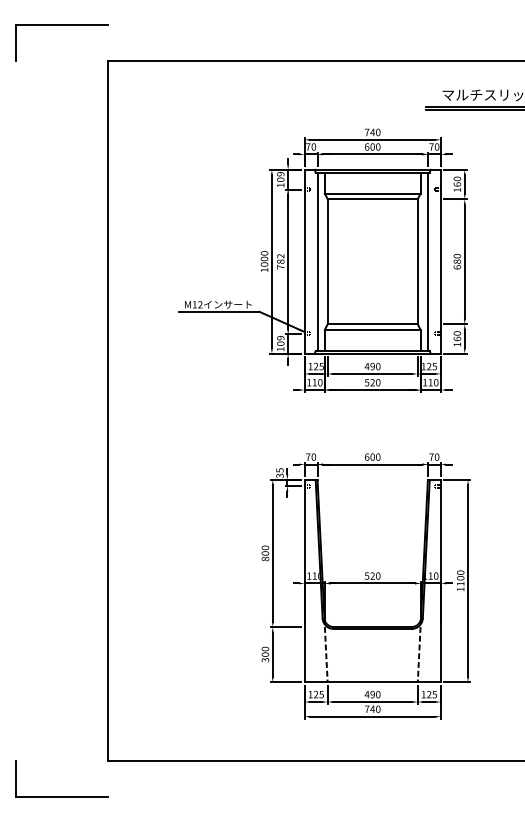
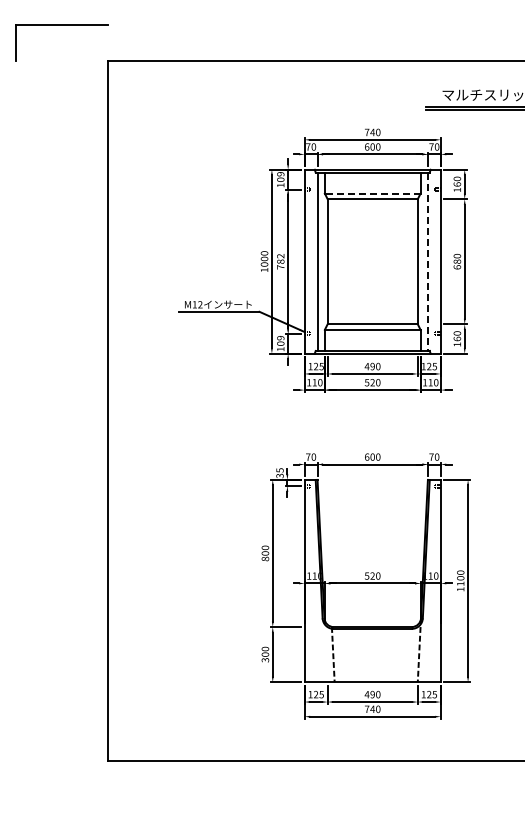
line at (372, 193): solid -> dashed
line at (427, 262): solid -> dashed
line at (325, 654) position: (325, 654) -> (332, 654)
part at (61, 796): present -> none
